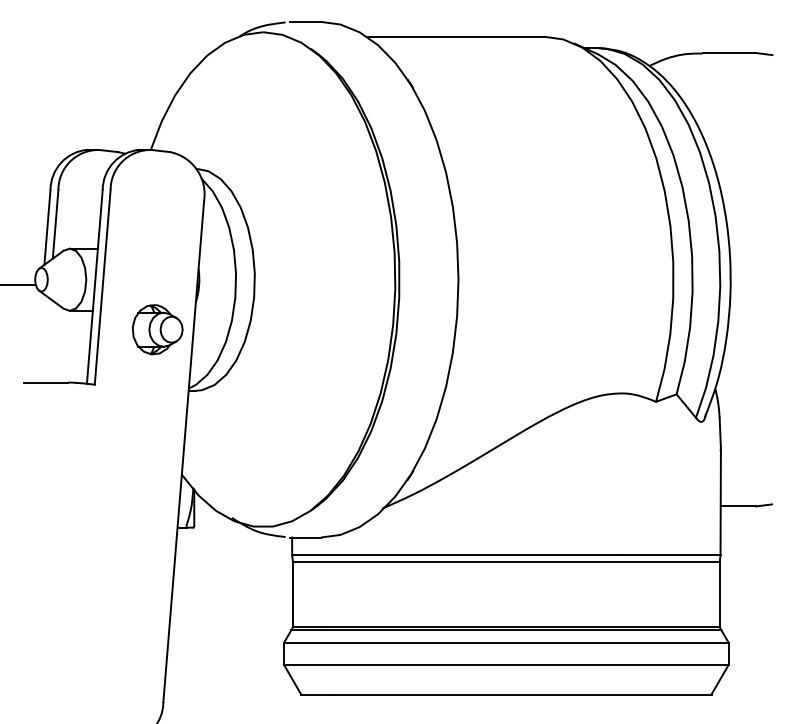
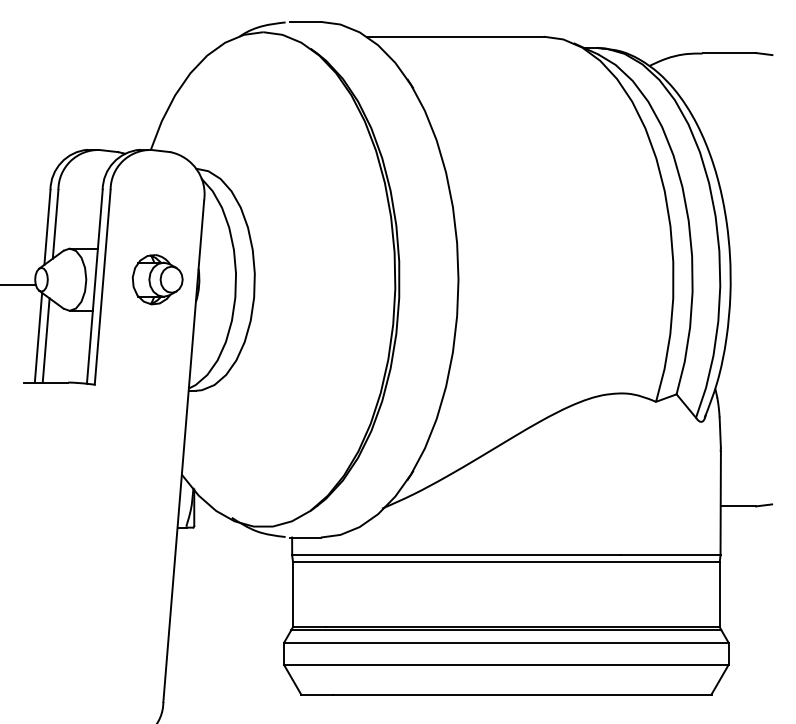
part at (157, 329) position: (157, 329) -> (157, 279)
line at (38, 337): none -> present
line at (45, 340): none -> present
